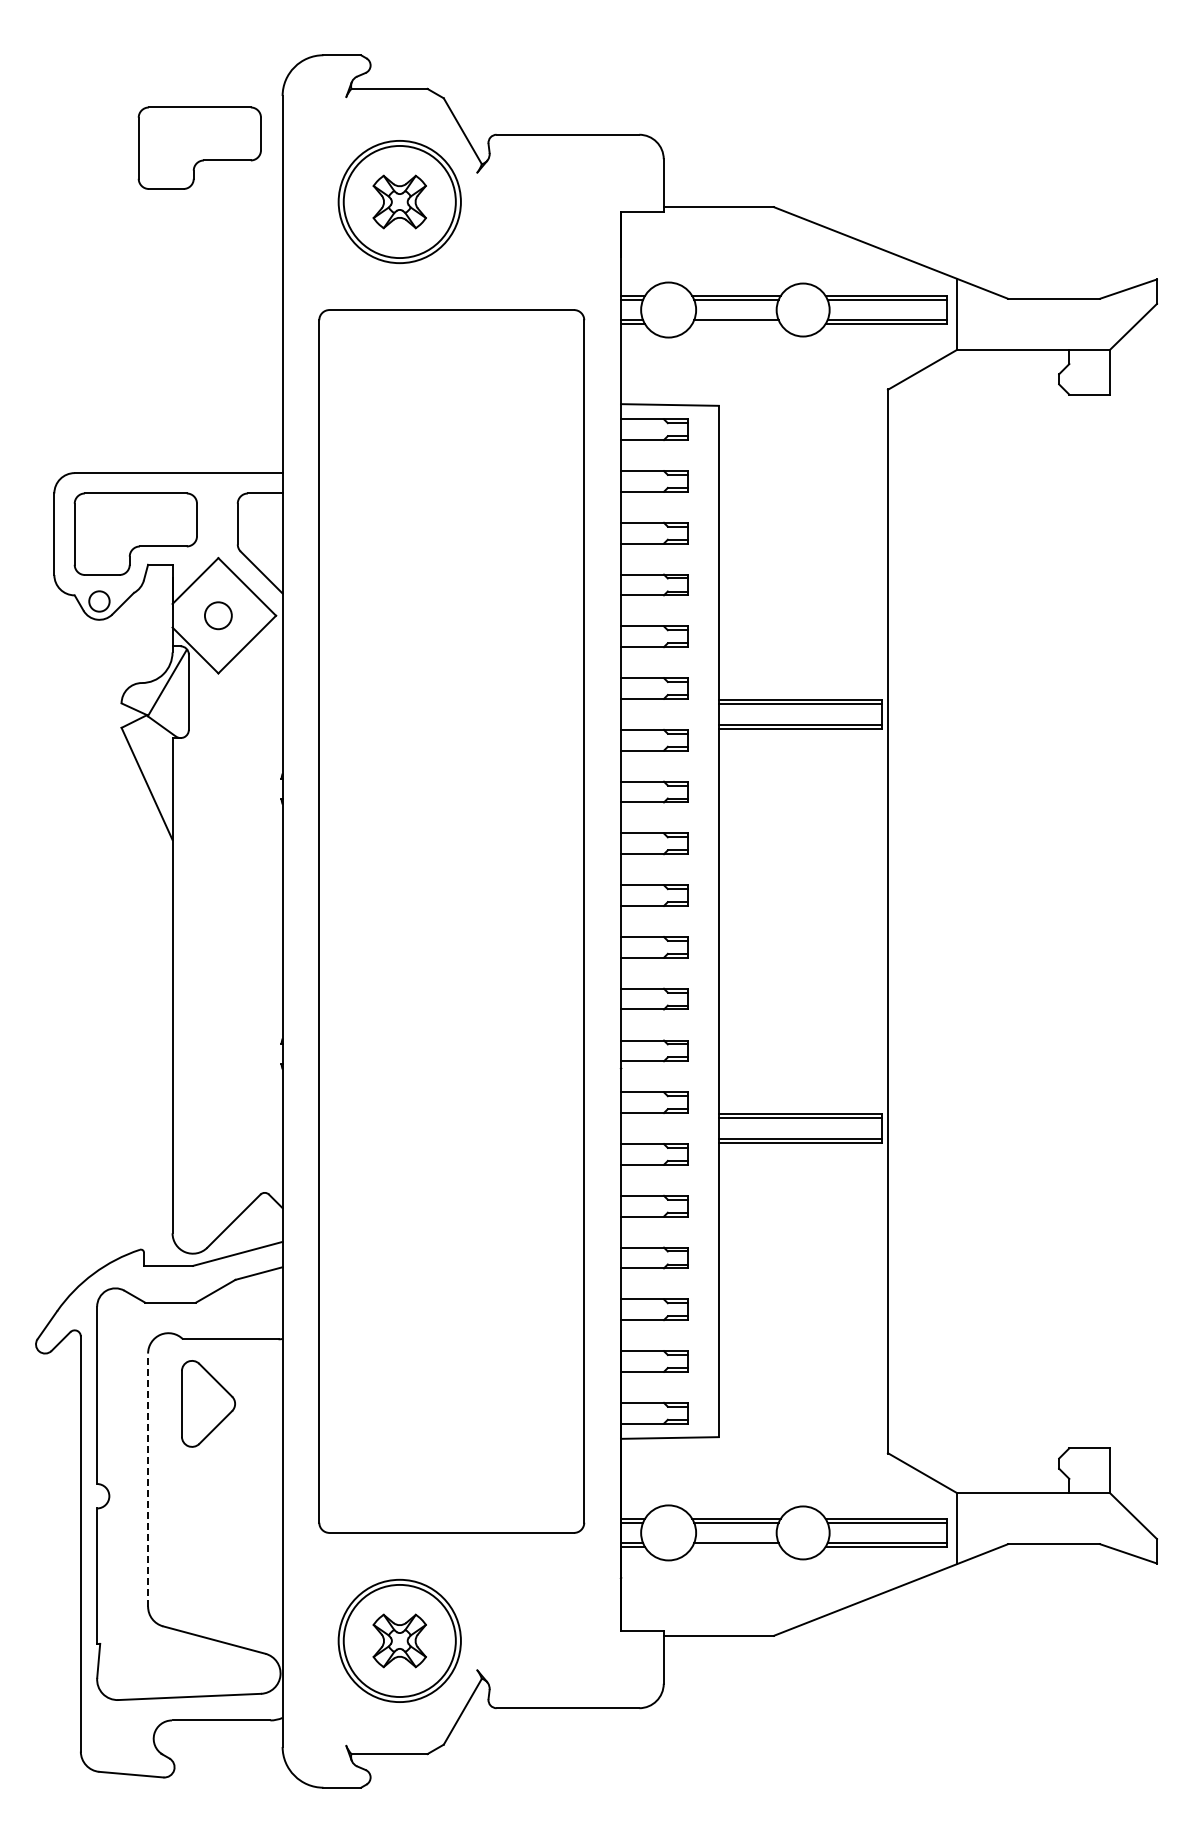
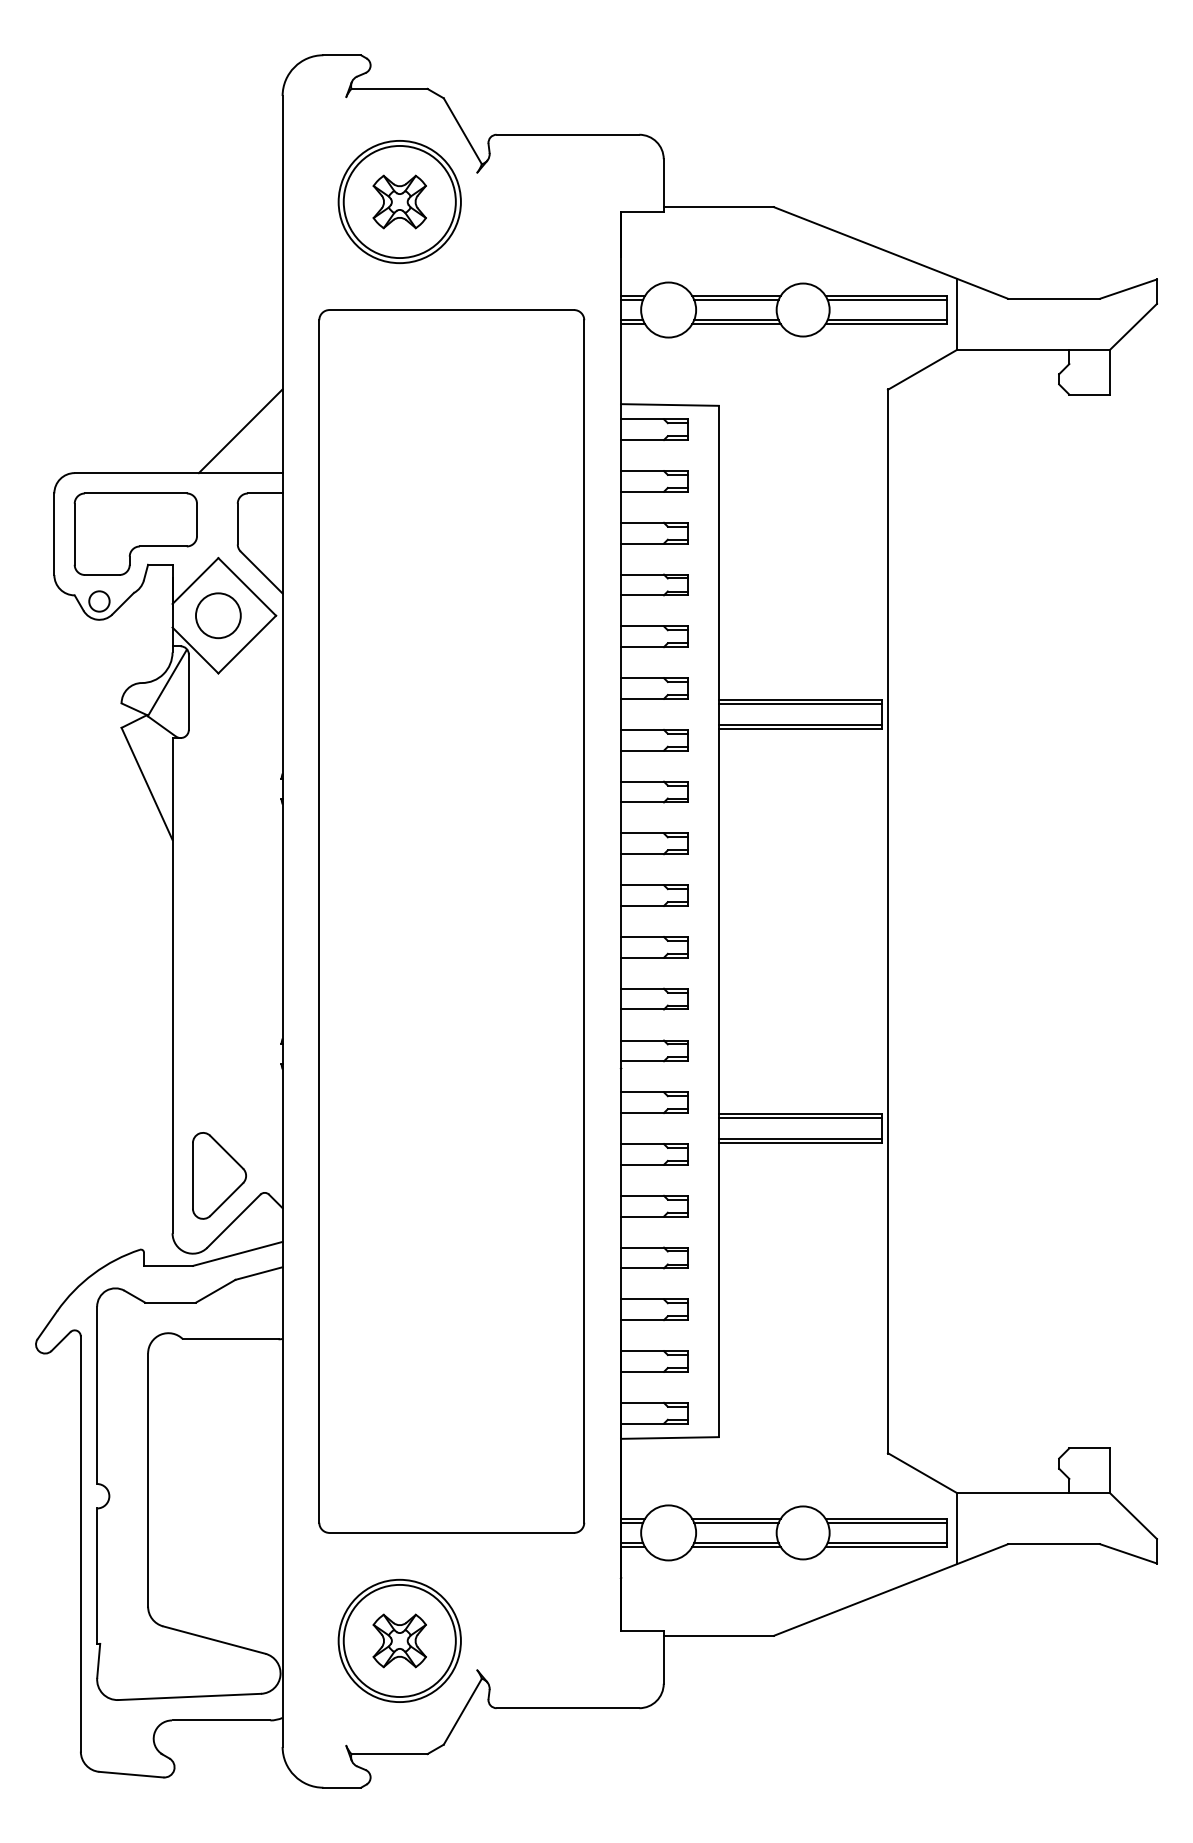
part at (199, 147): present -> none
line at (736, 324): none -> present
line at (240, 431): none -> present
circle at (217, 615) diameter: 27 px -> 45 px
part at (208, 1403) position: (208, 1403) -> (219, 1175)
line at (148, 1480): dashed -> solid
line at (736, 1547): none -> present
